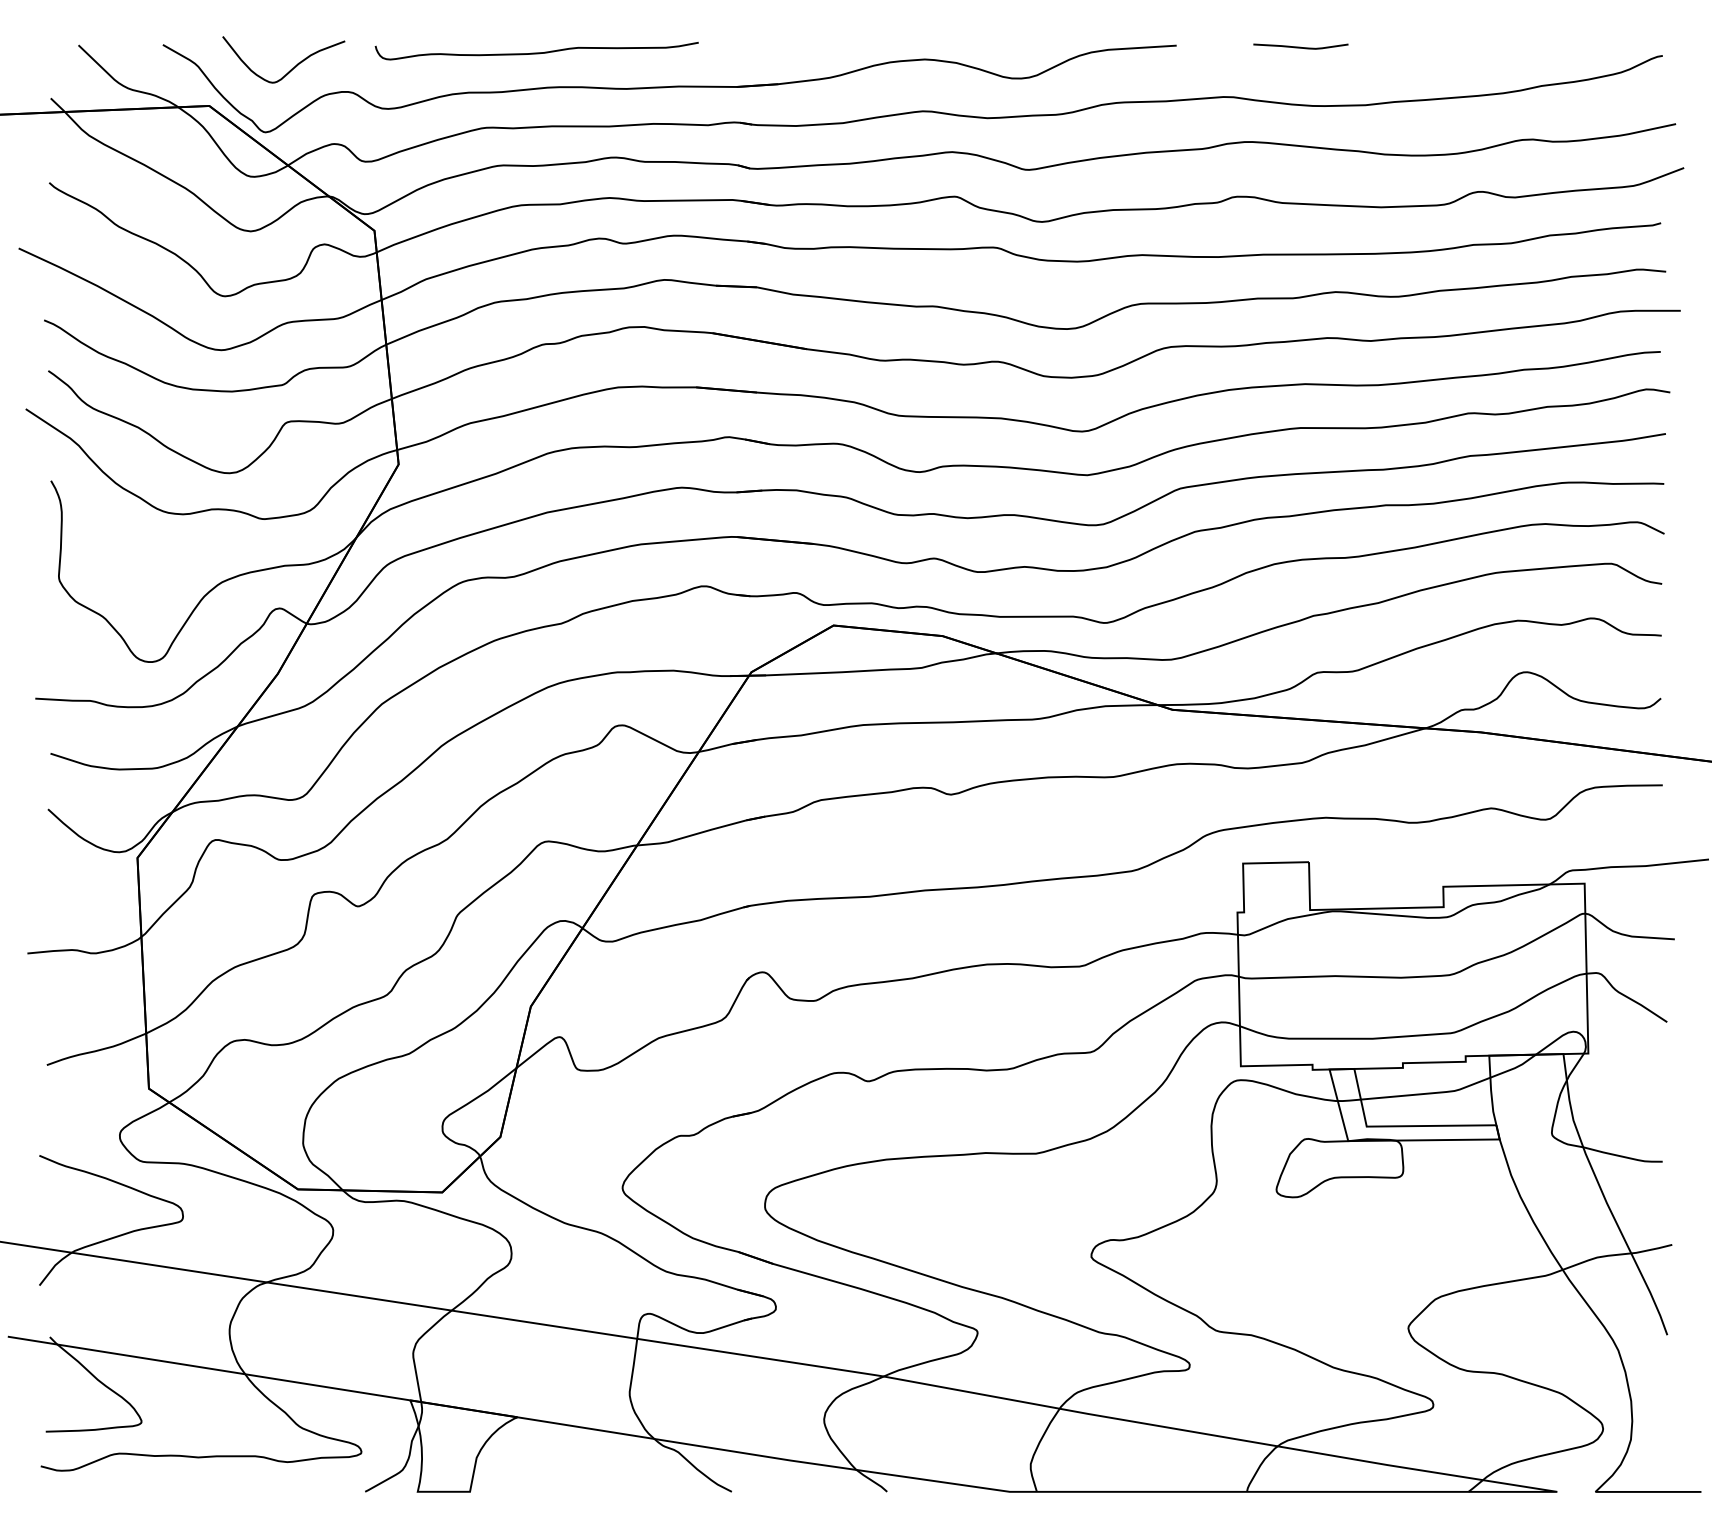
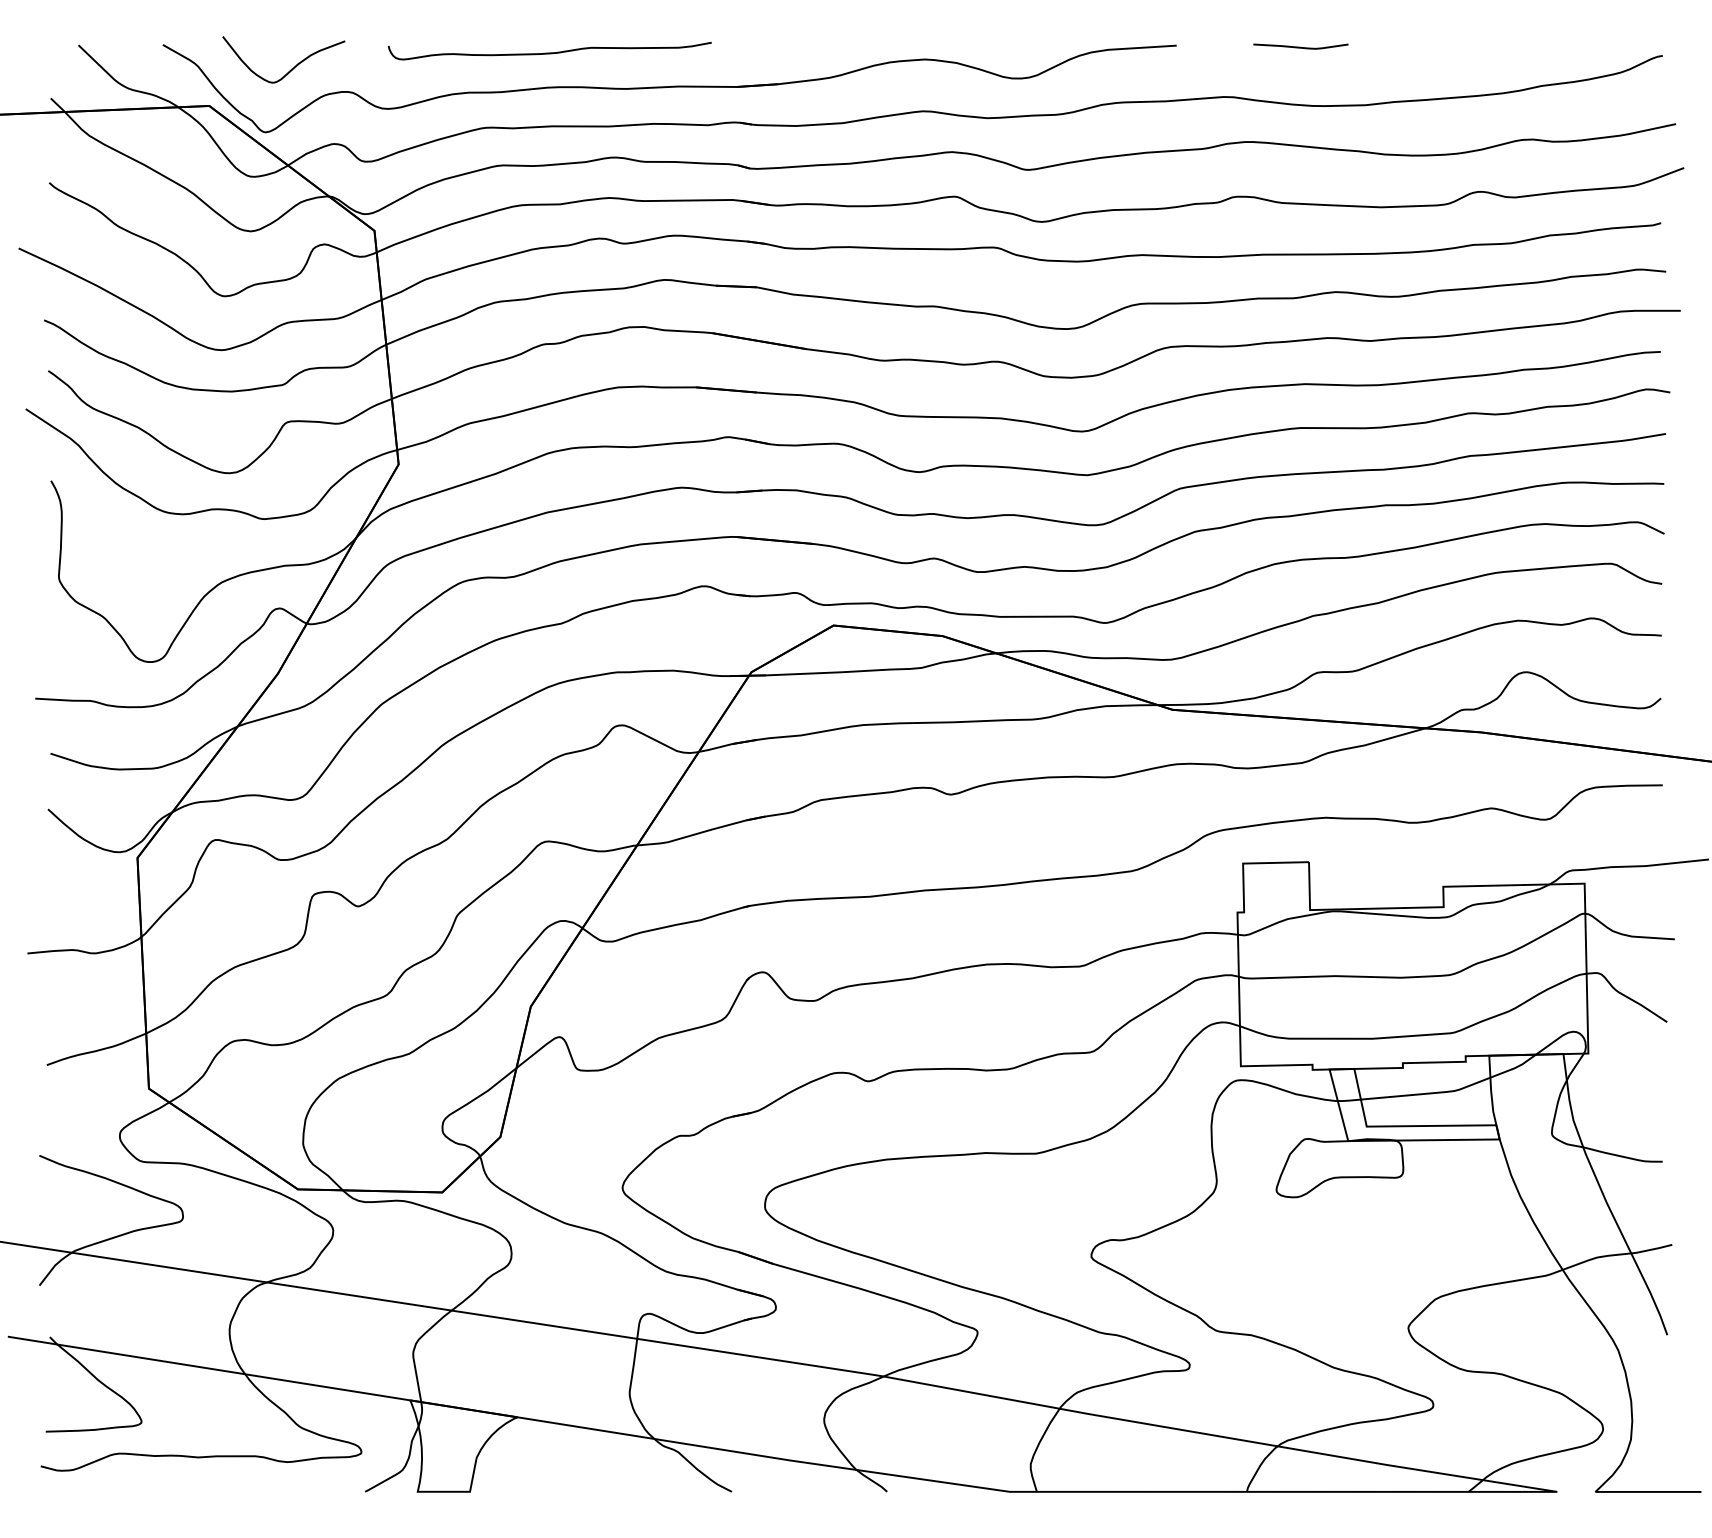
curve at (536, 52) position: (536, 52) -> (549, 52)
